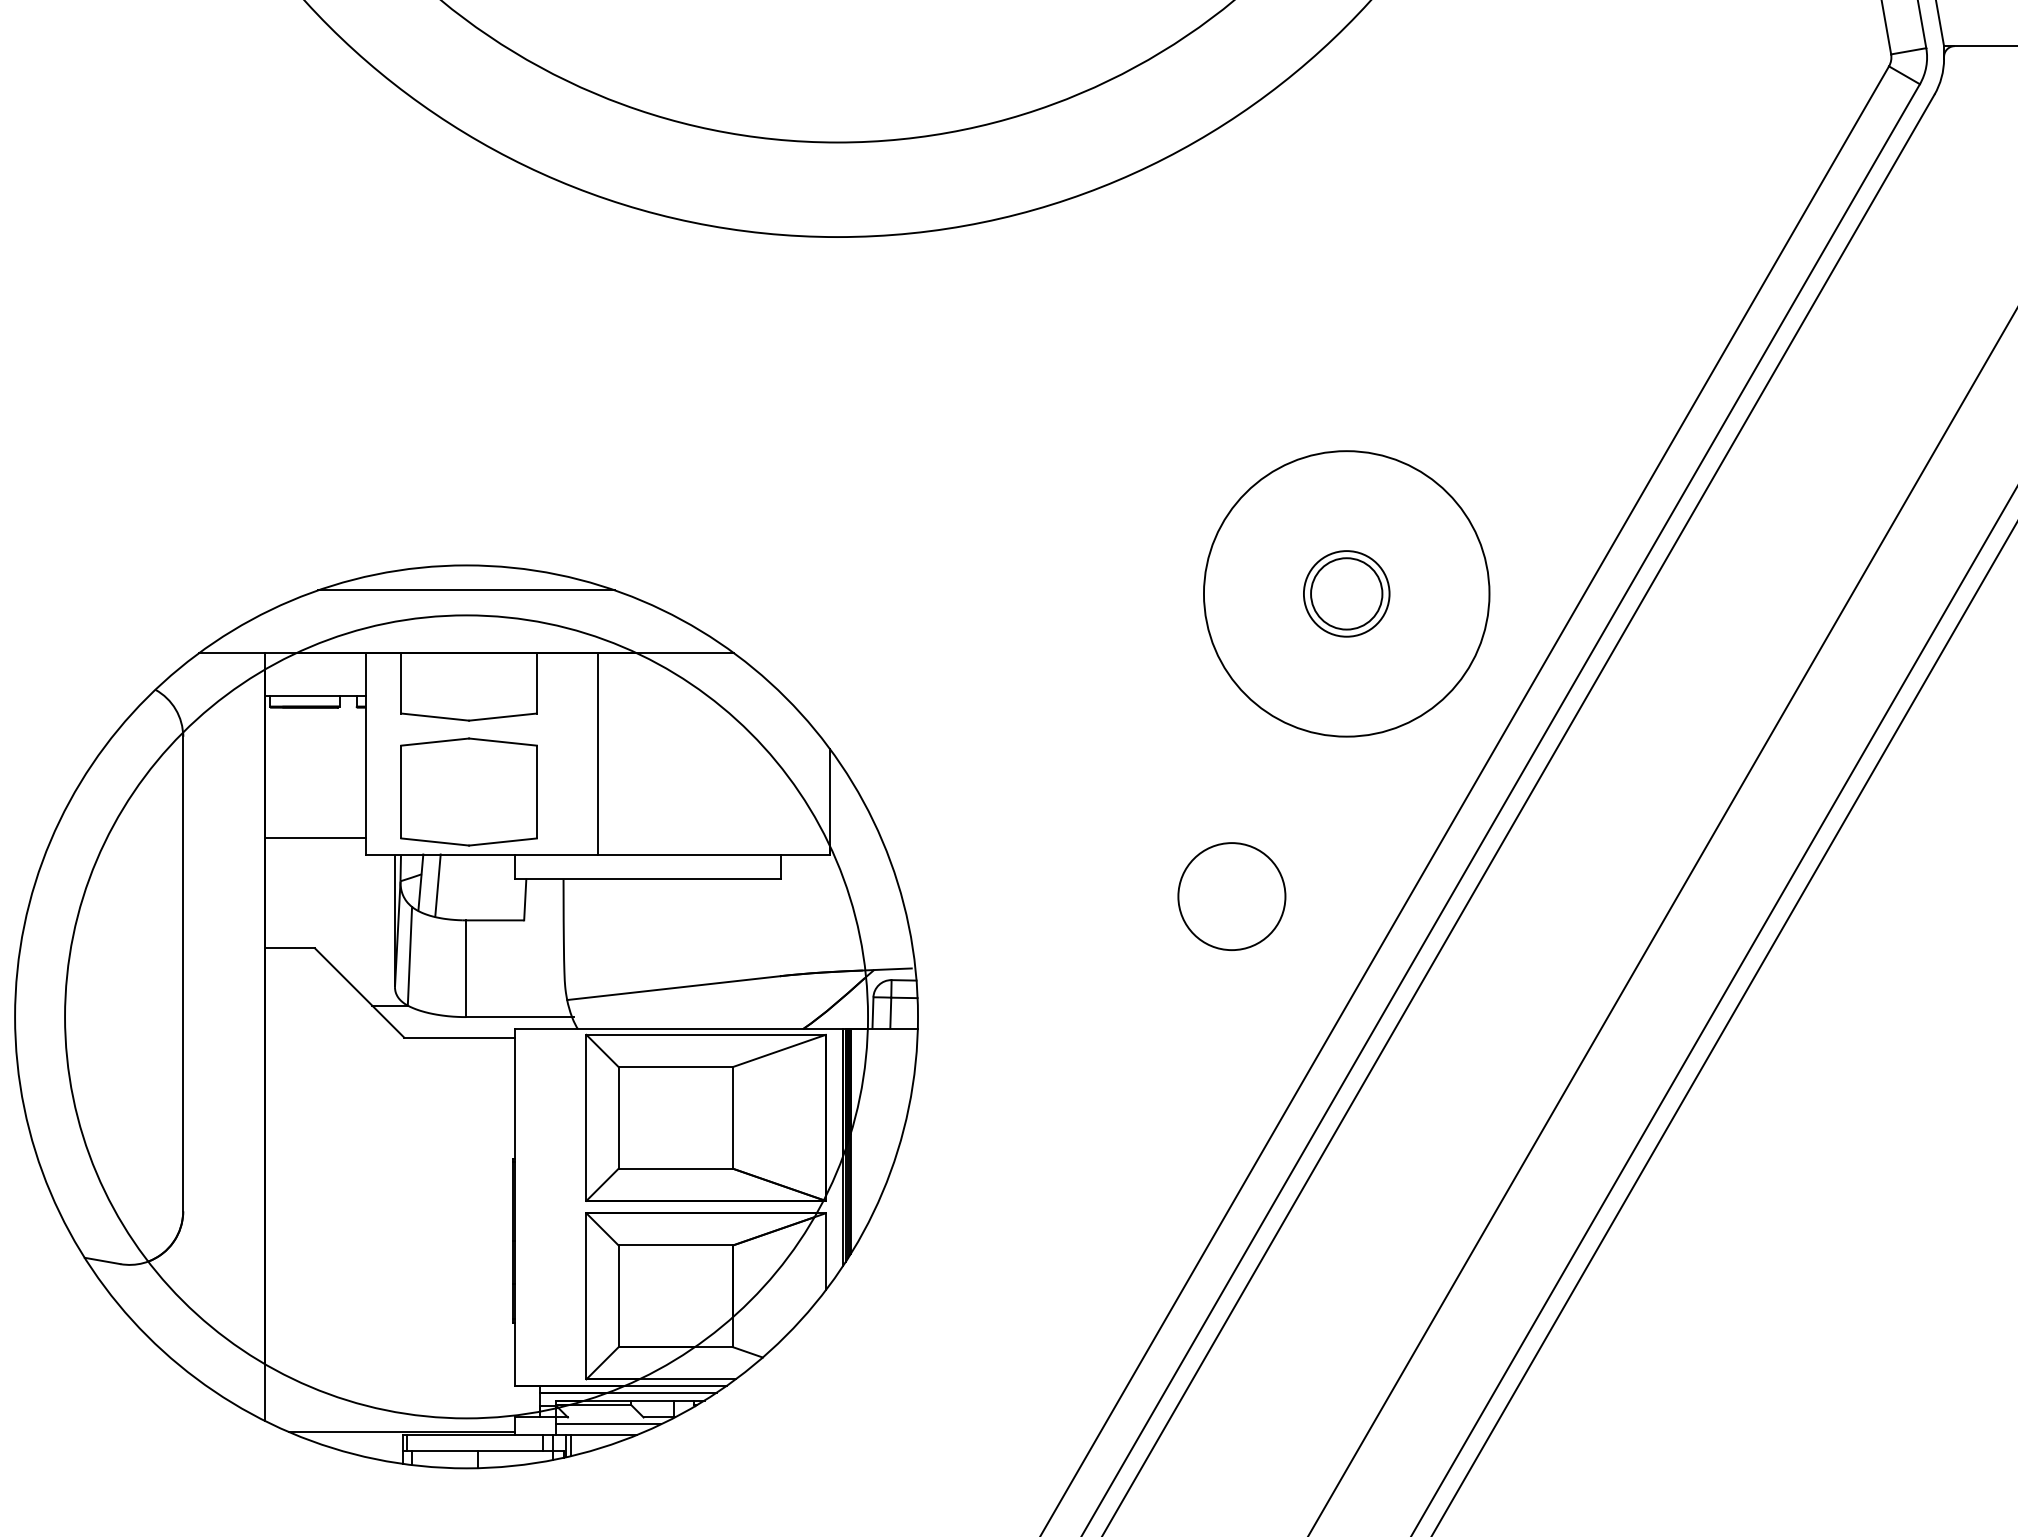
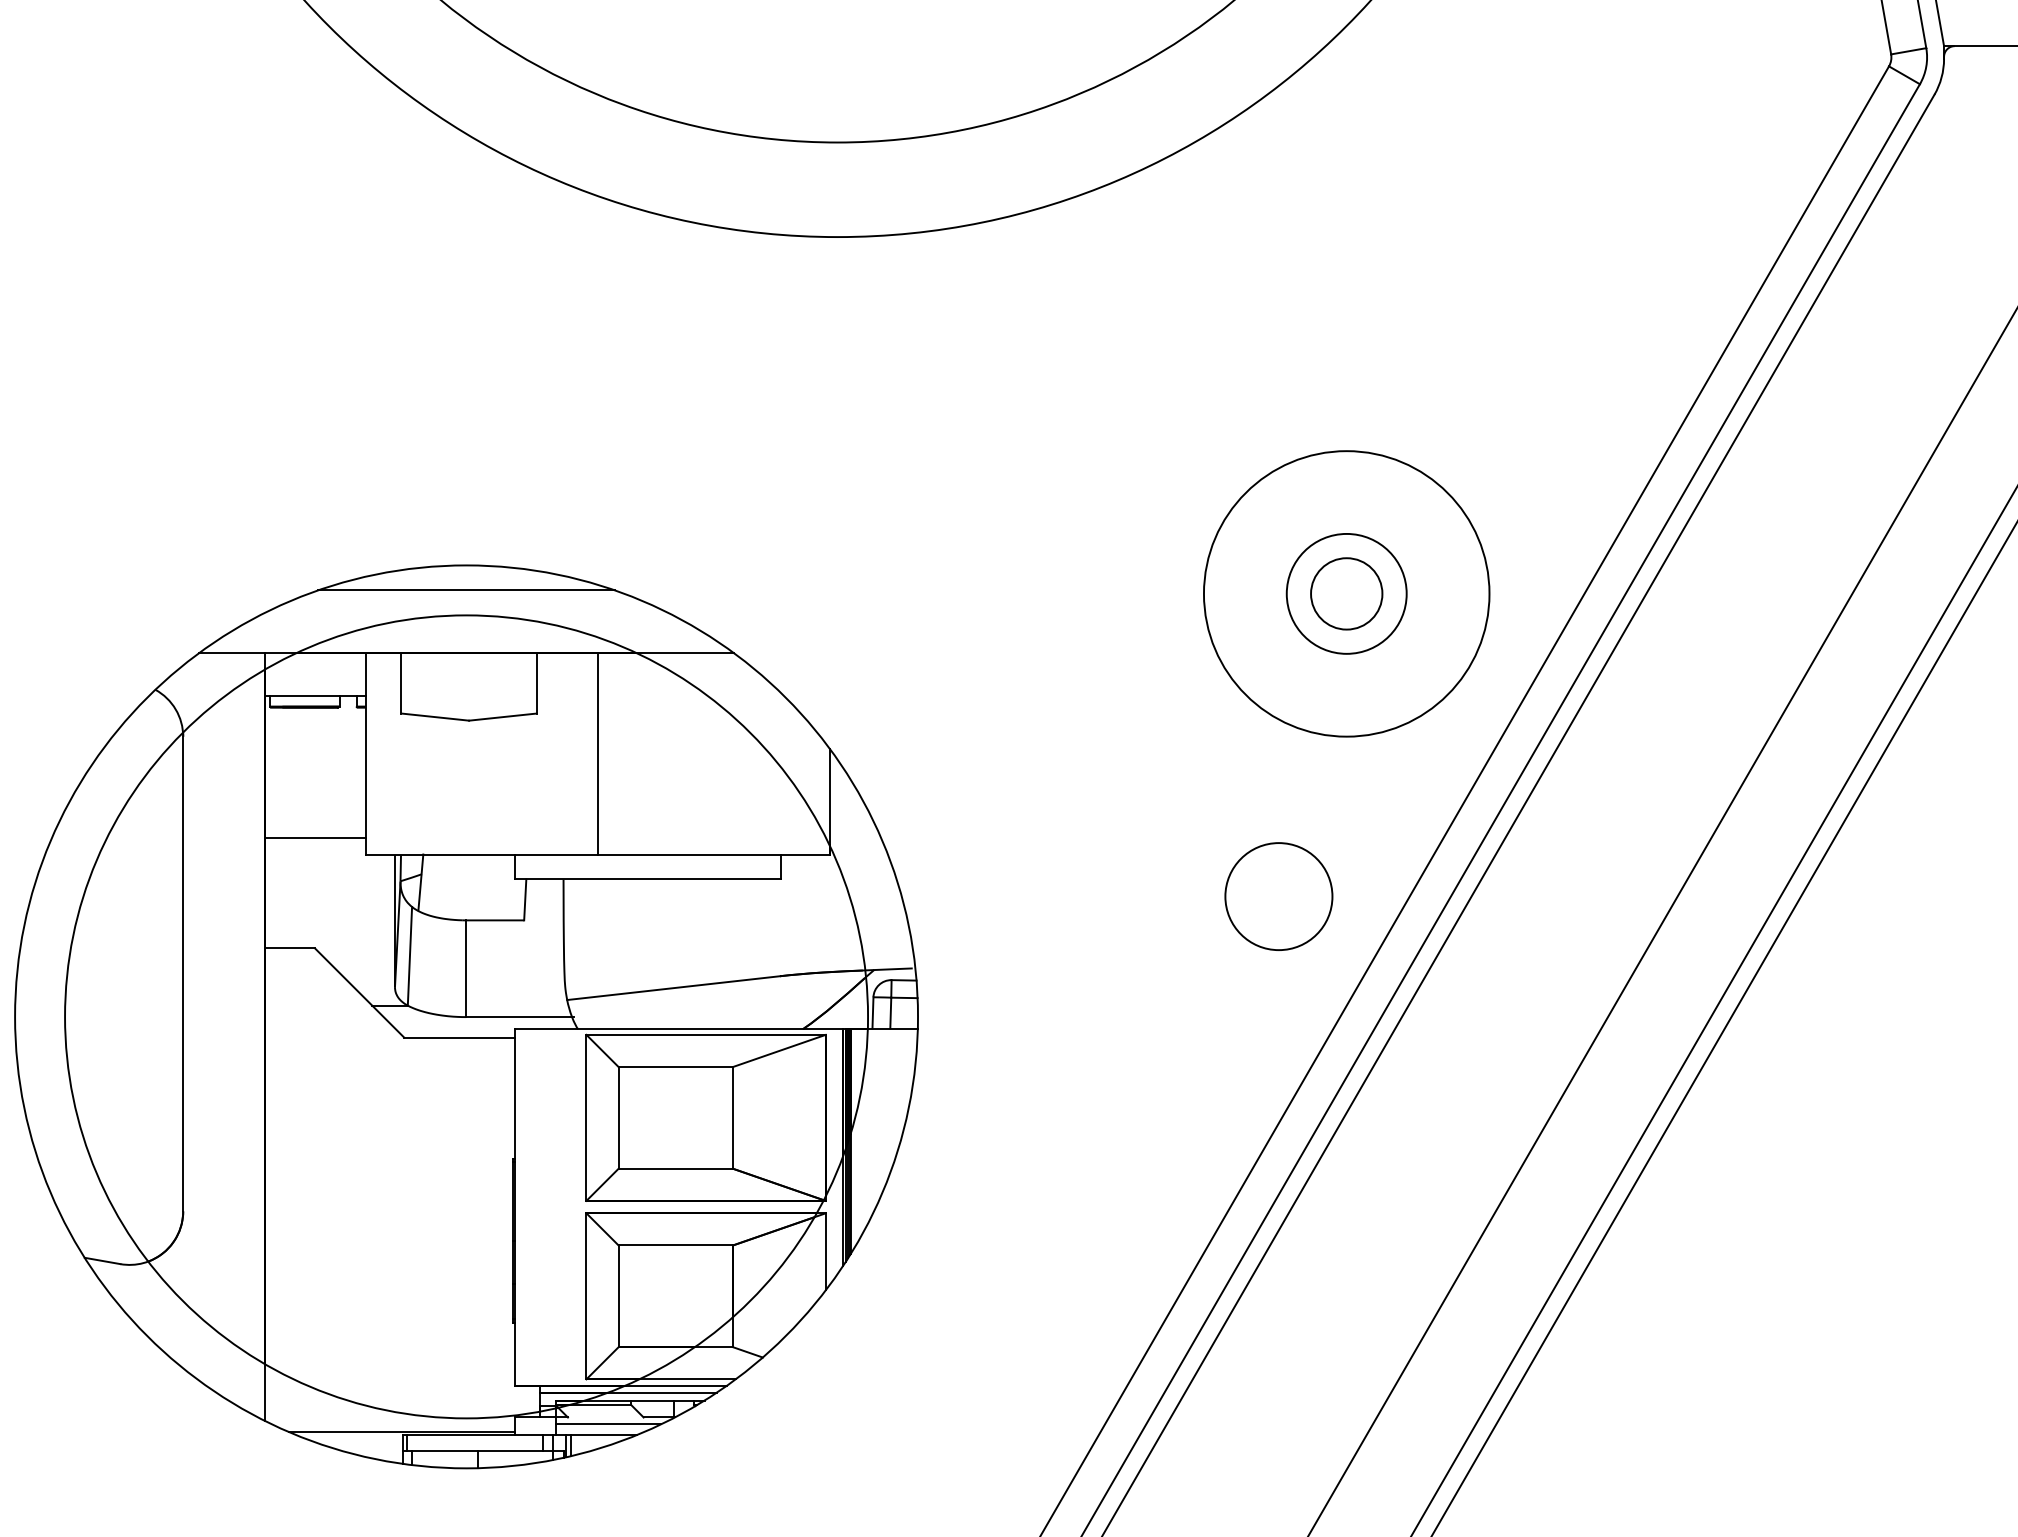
circle at (1346, 593) diameter: 86 px -> 120 px
part at (468, 791): present -> none
line at (437, 885): present -> none
circle at (1231, 896) position: (1231, 896) -> (1278, 896)
